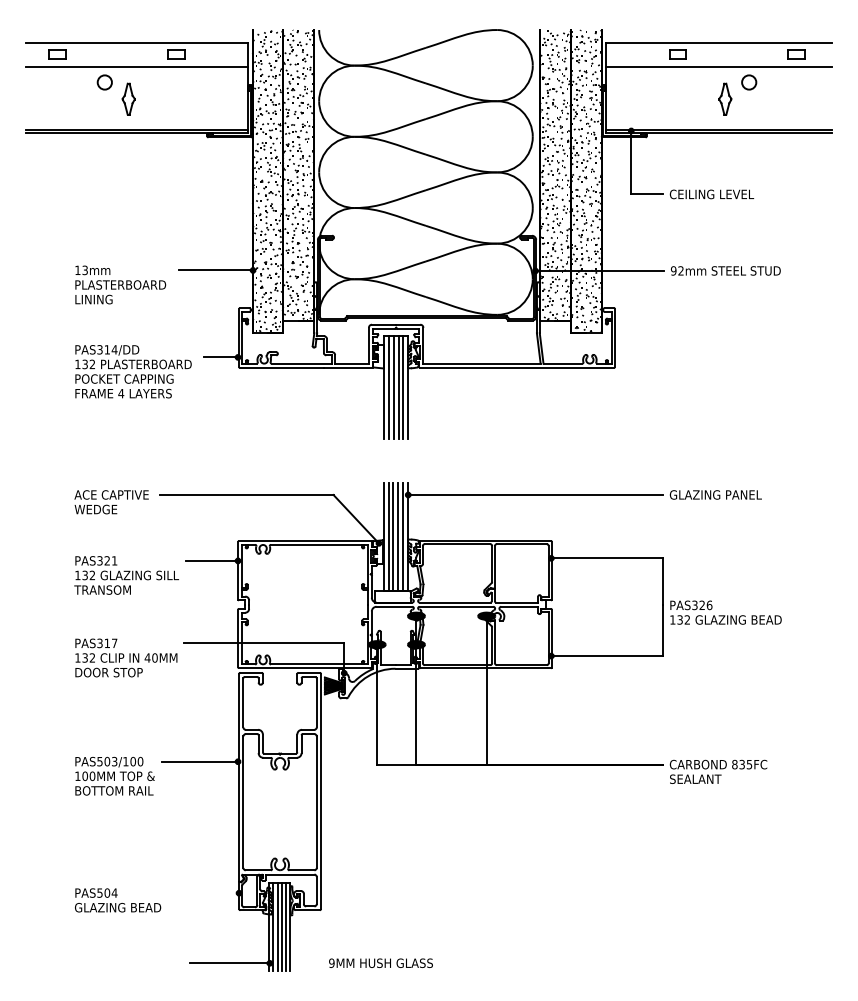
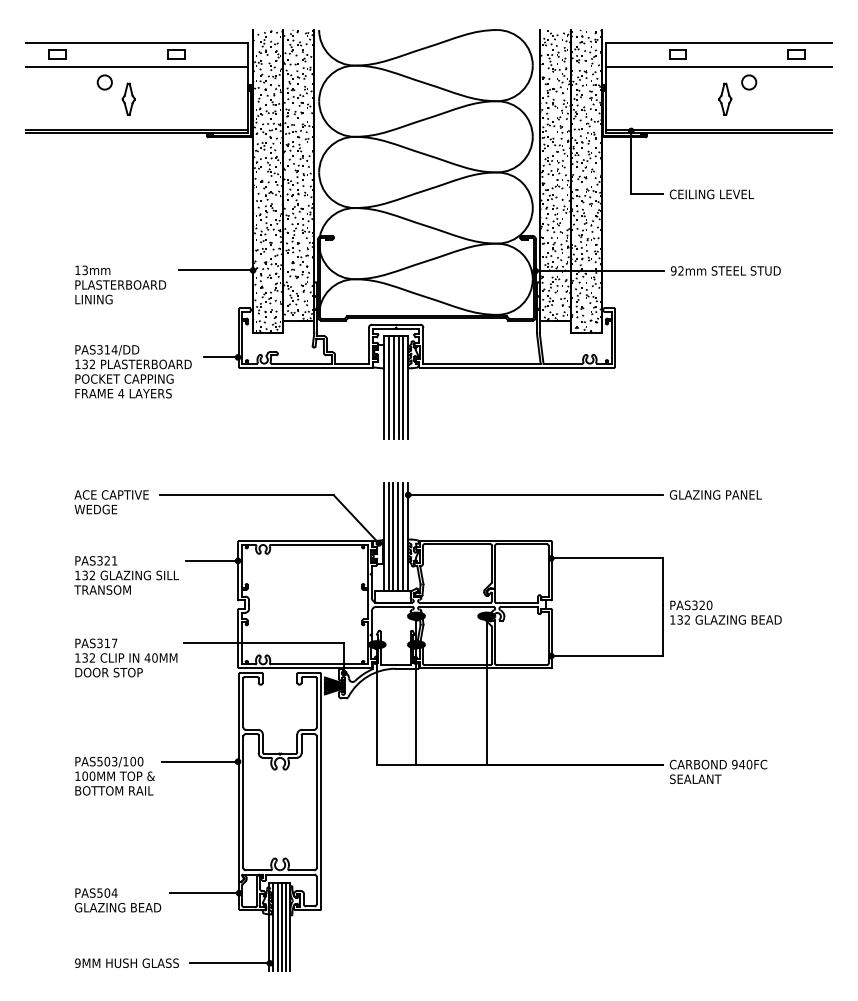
text at (709, 604): PAS326 -> PAS320
text at (742, 764): 835FC -> 940FC
line at (204, 893): none -> present
text at (380, 962) position: (380, 962) -> (126, 962)
